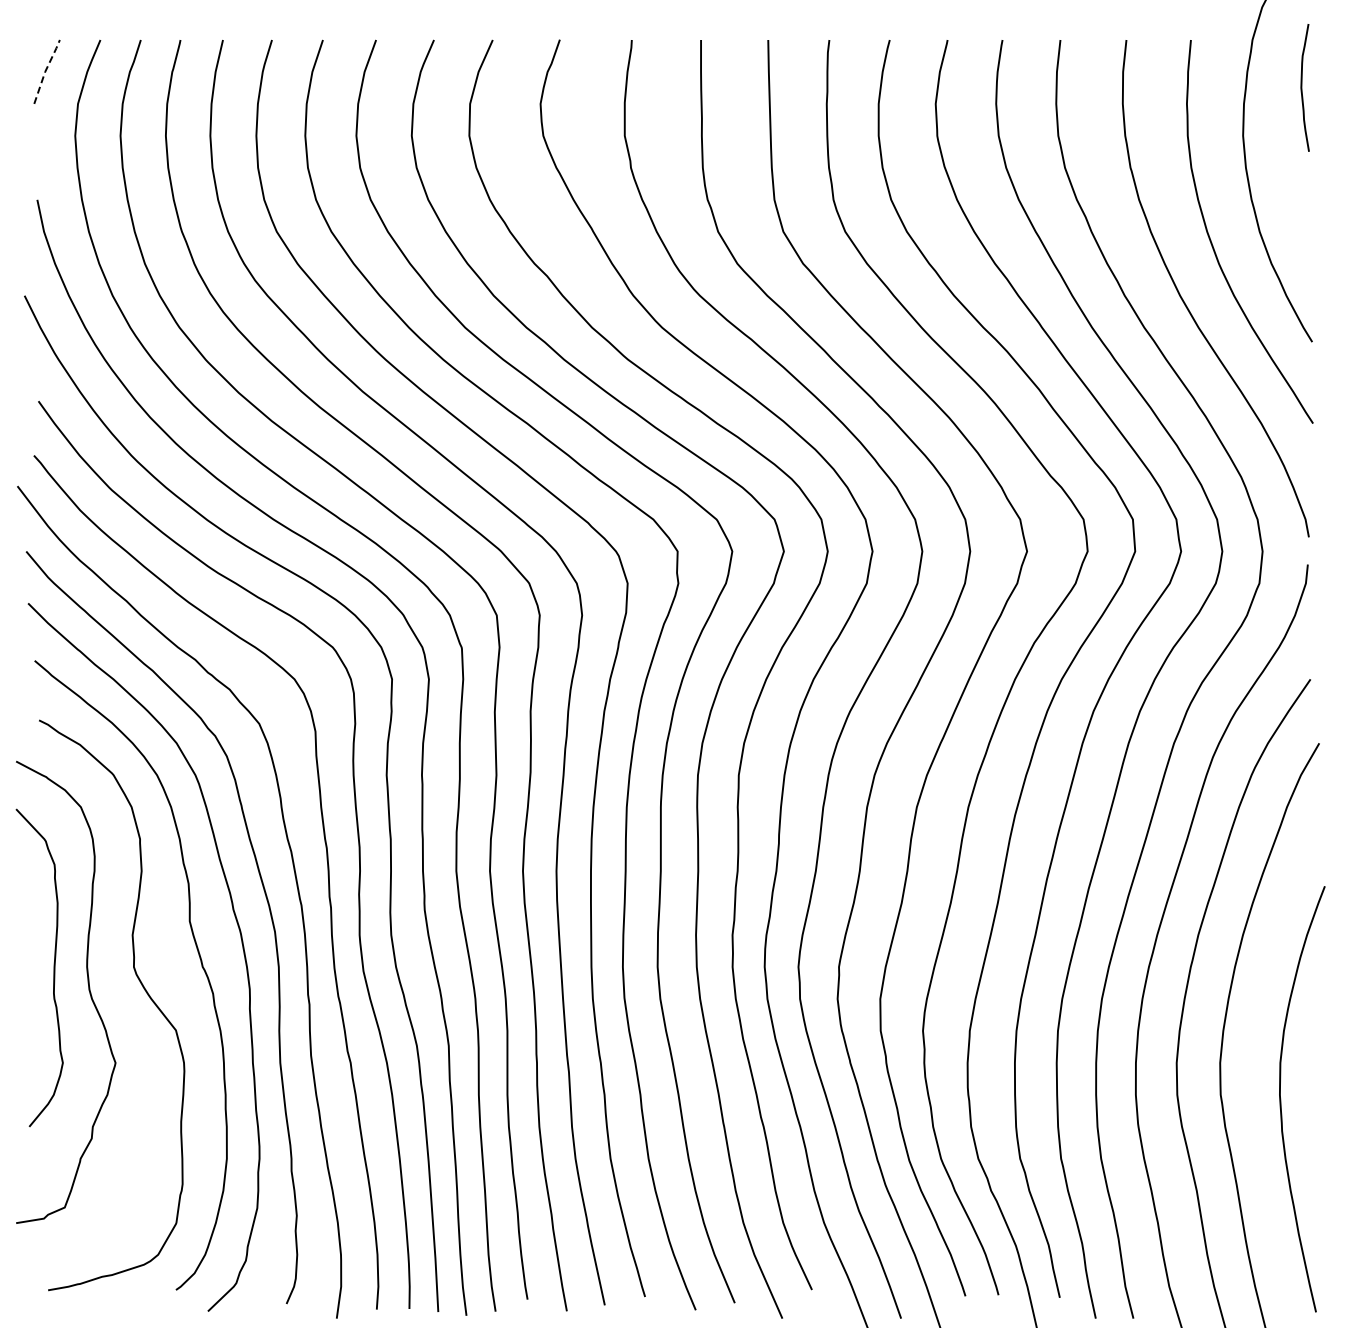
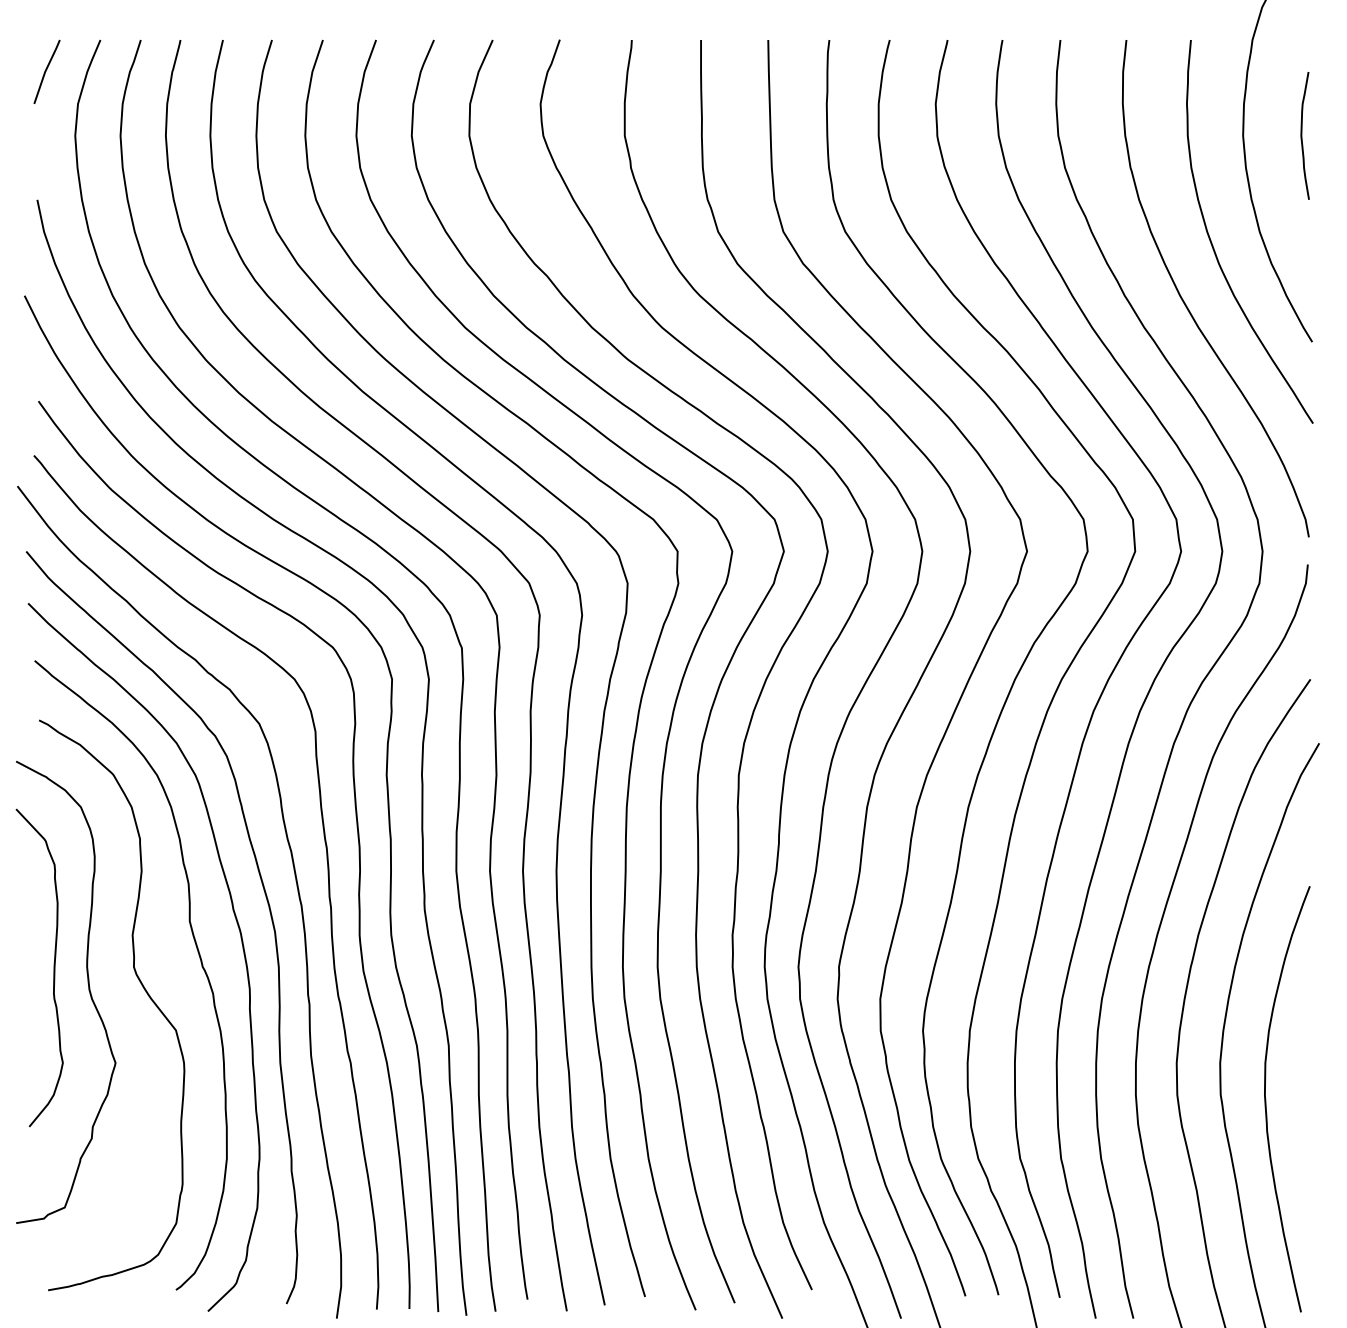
line at (45, 71): dashed -> solid
curve at (1302, 87) position: (1302, 87) -> (1302, 135)
curve at (1281, 1099) position: (1281, 1099) -> (1266, 1099)
